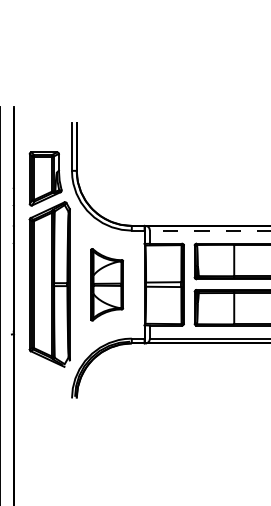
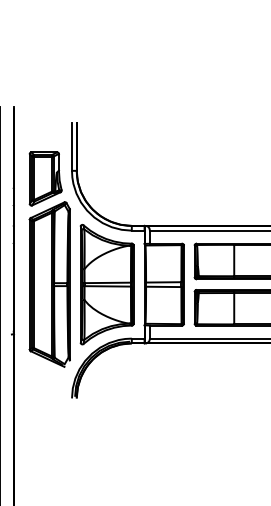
line at (209, 230): dashed -> solid
part at (107, 284) size: 35x74 px -> 56x122 px
